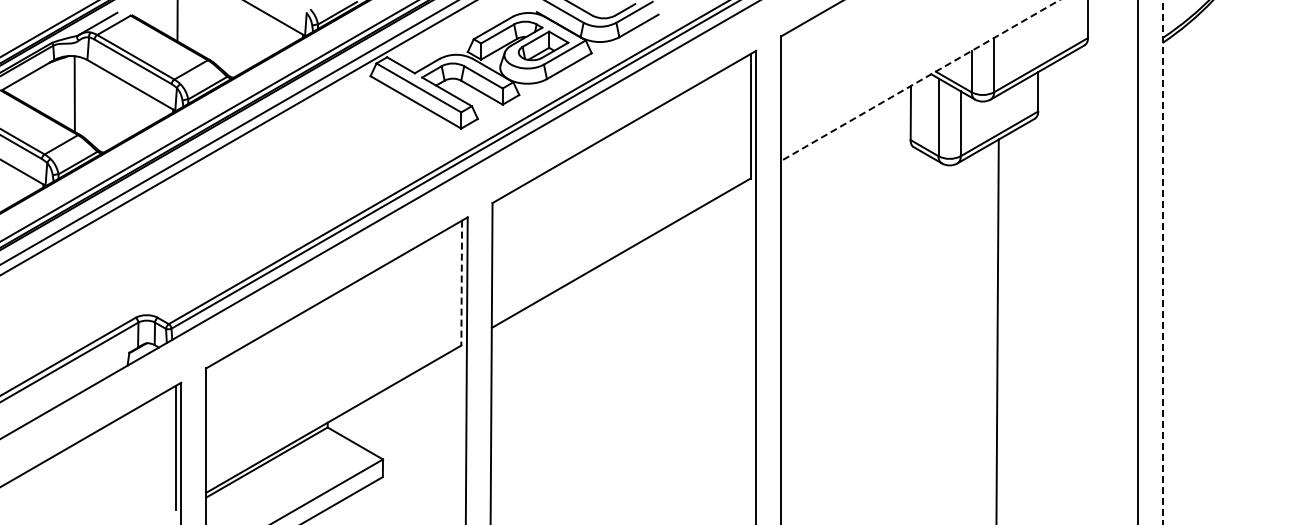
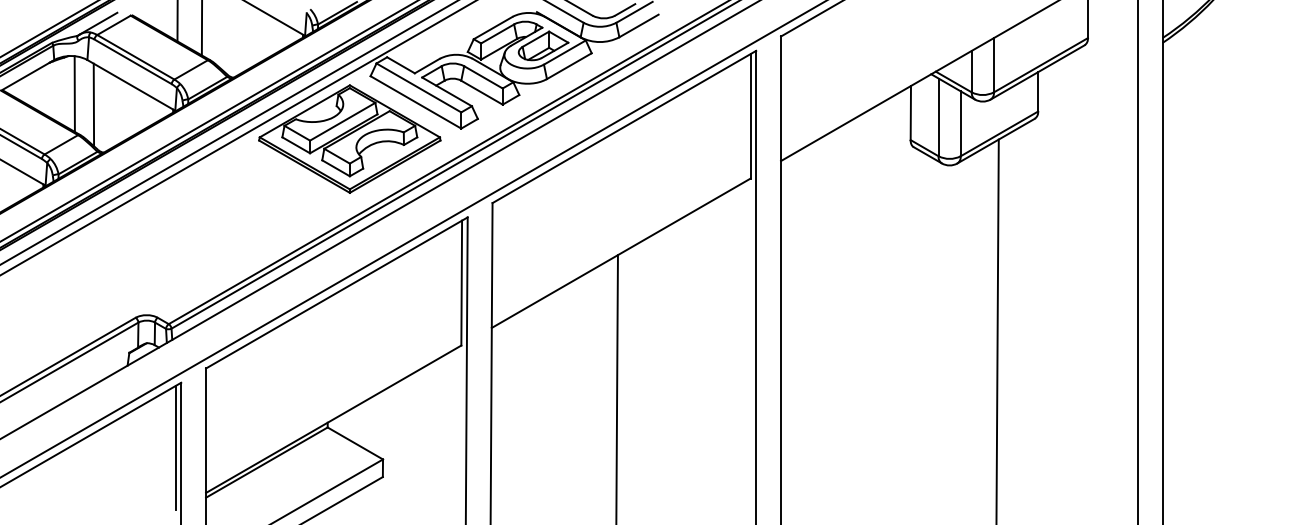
line at (201, 28): none -> present
line at (920, 80): dashed -> solid
line at (93, 104): none -> present
part at (349, 138): none -> present
line at (412, 239): none -> present
line at (1162, 263): dashed -> solid
line at (461, 283): dashed -> solid
line at (616, 388): none -> present
